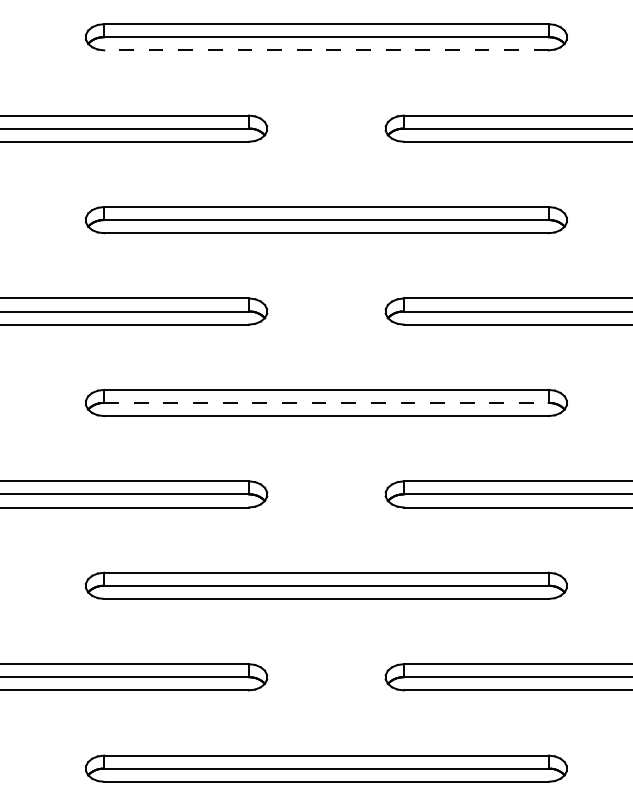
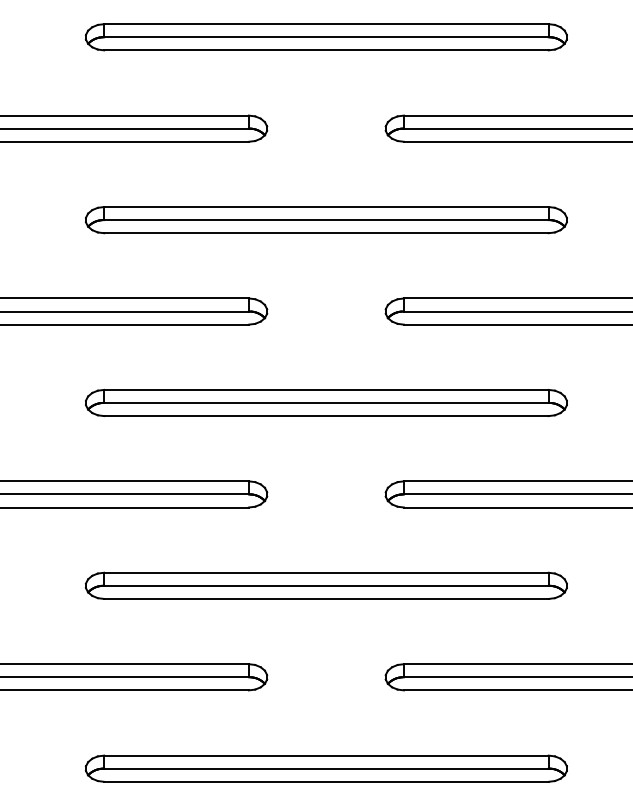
line at (325, 50): dashed -> solid
line at (326, 403): dashed -> solid
